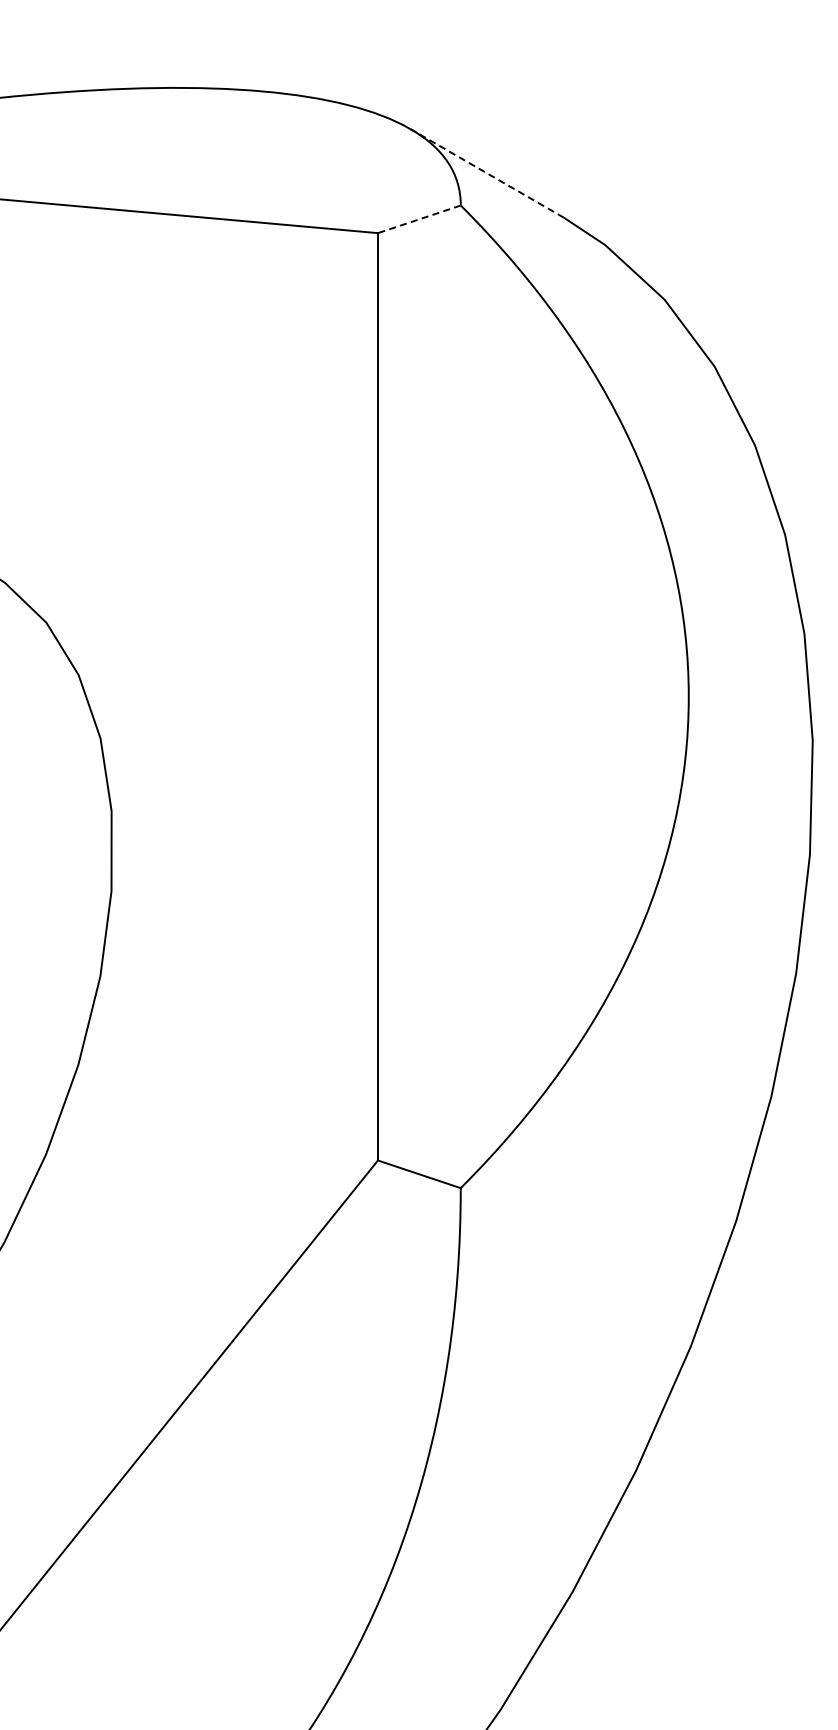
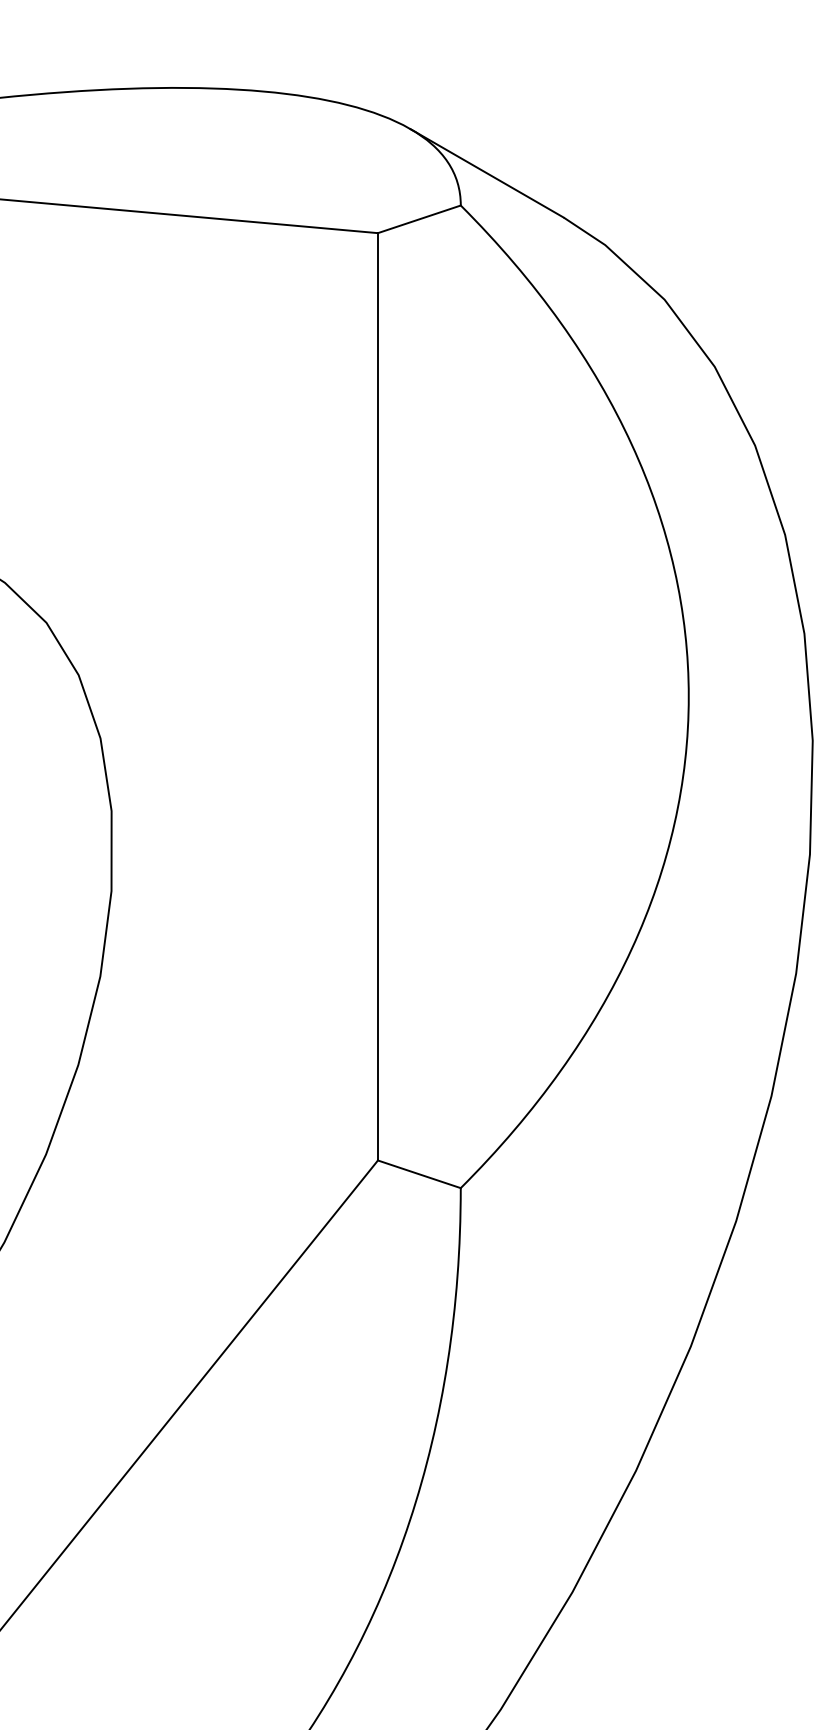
line at (486, 173): dashed -> solid
line at (419, 219): dashed -> solid
